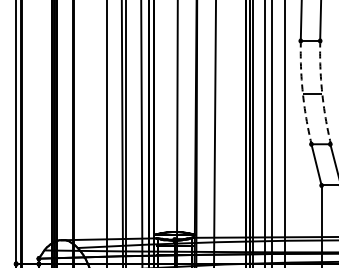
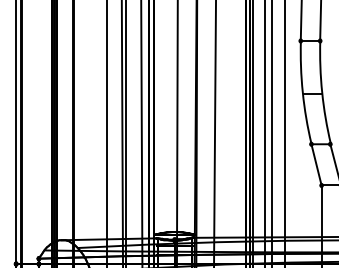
arc at (302, 92): dashed -> solid
arc at (322, 92): dashed -> solid
